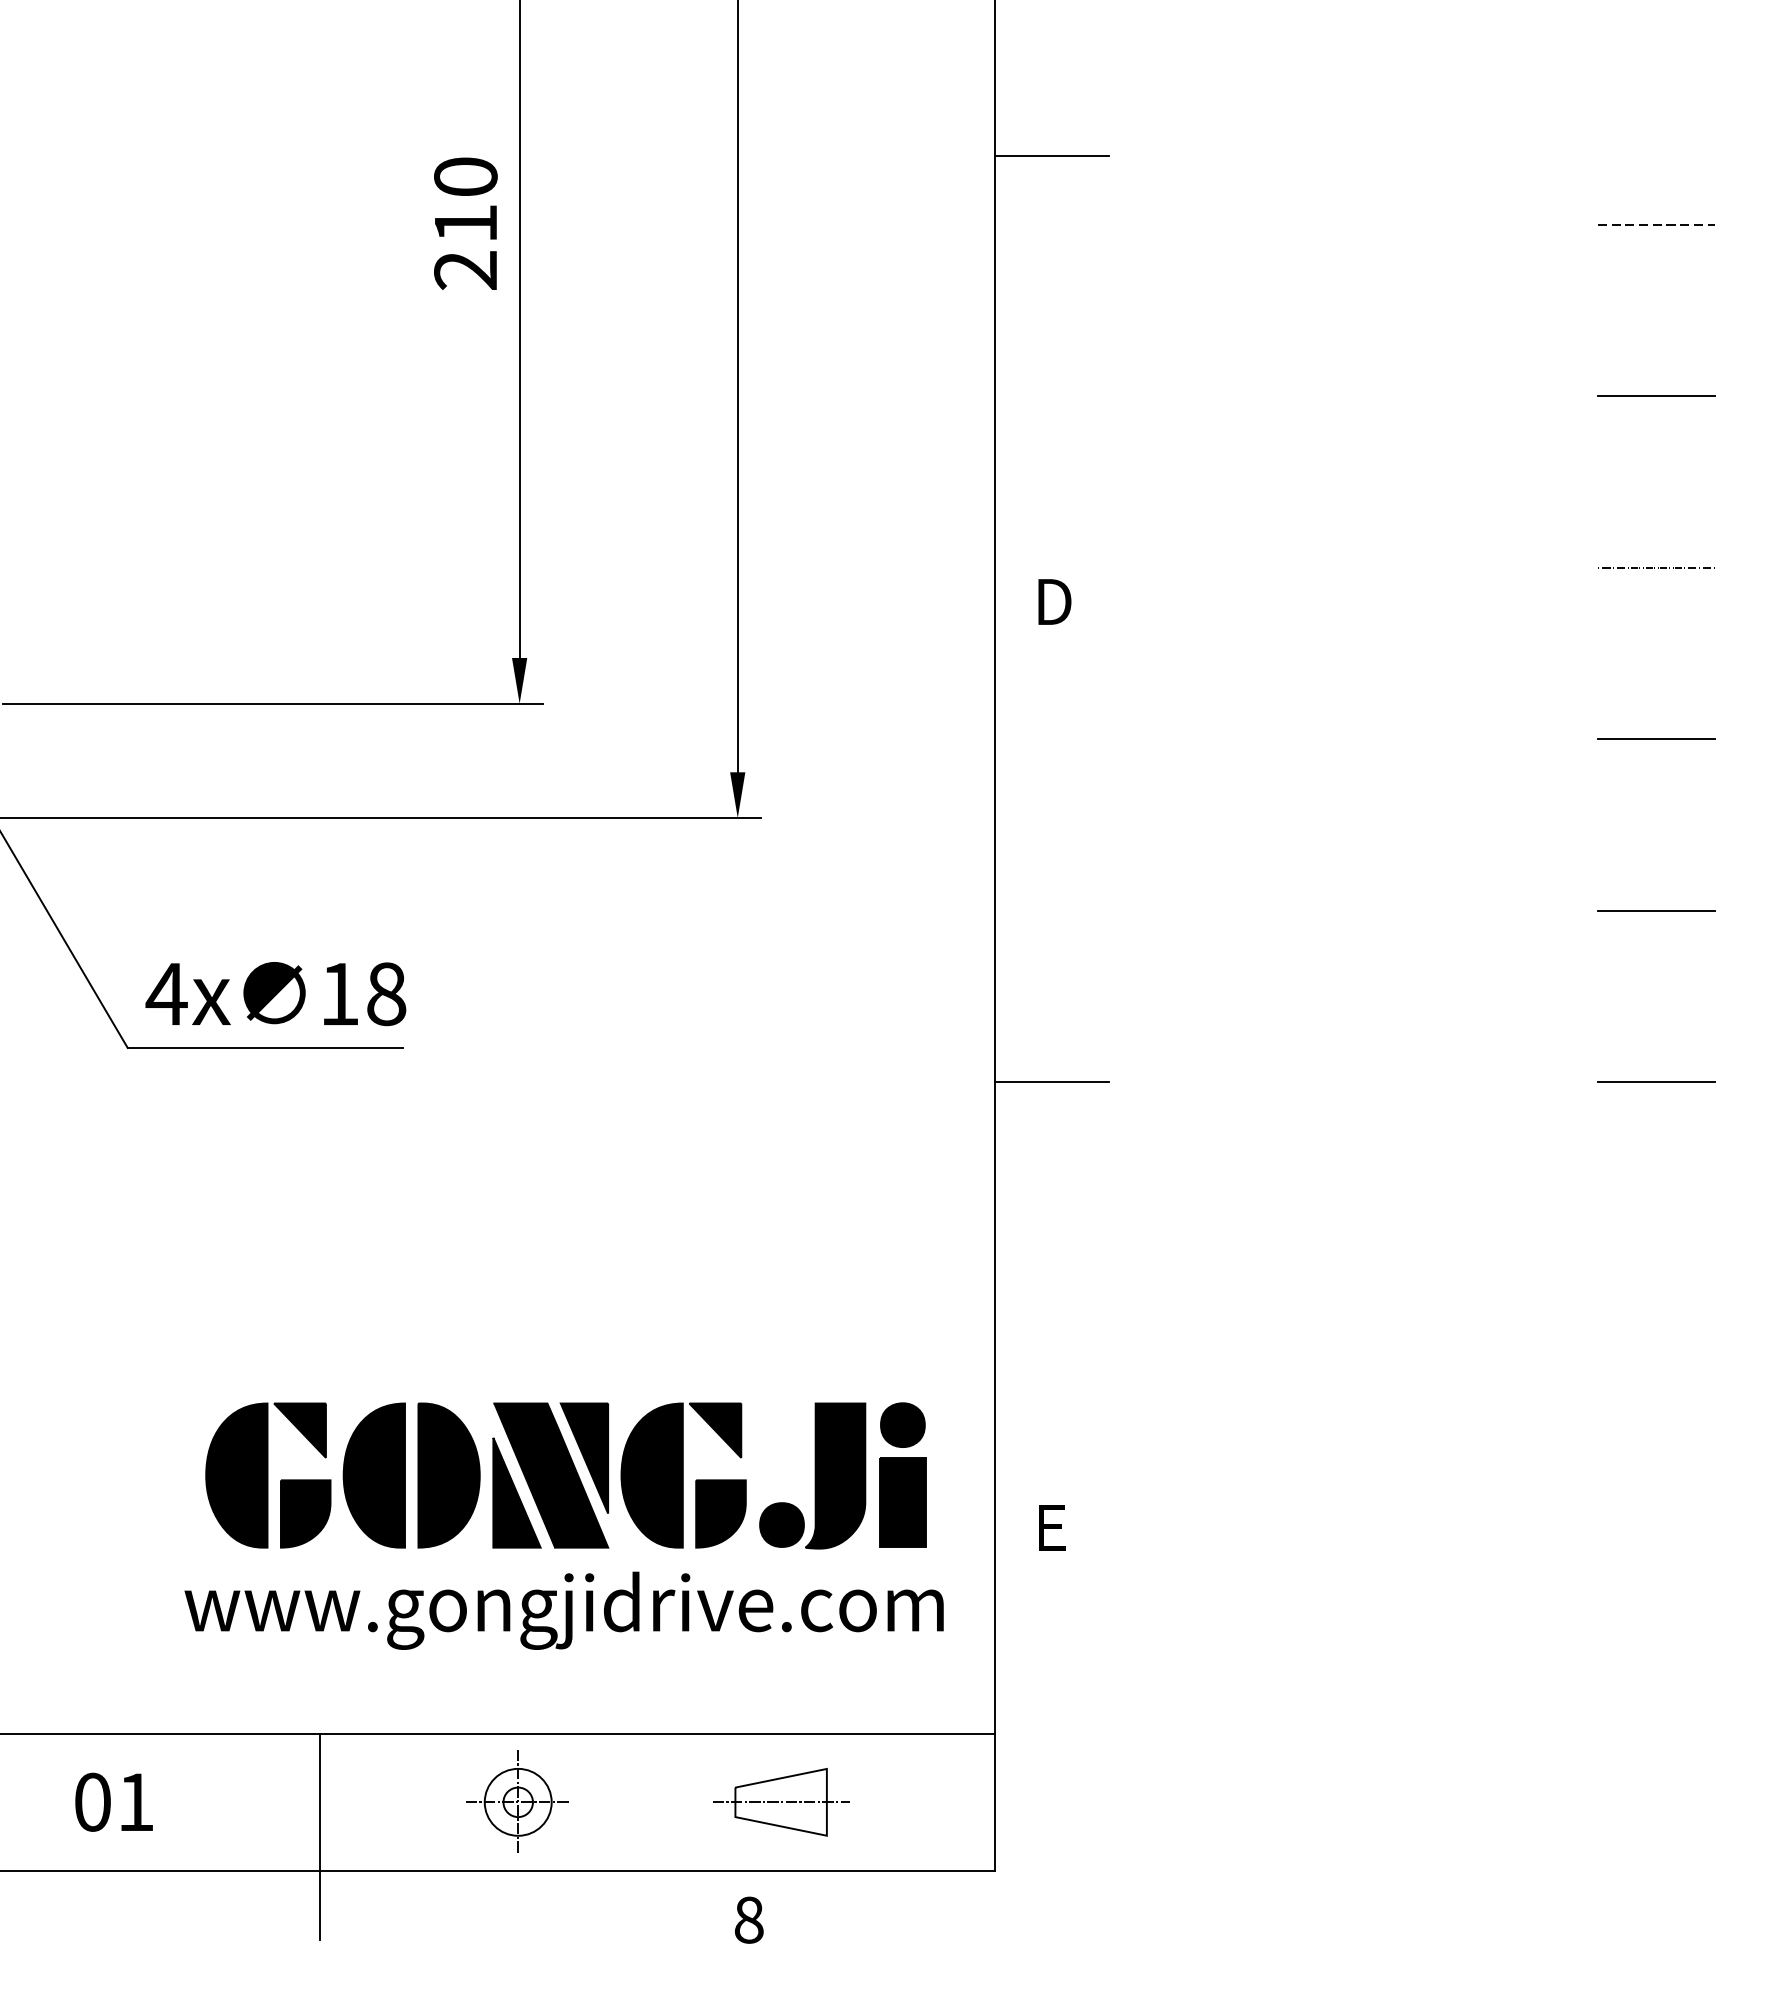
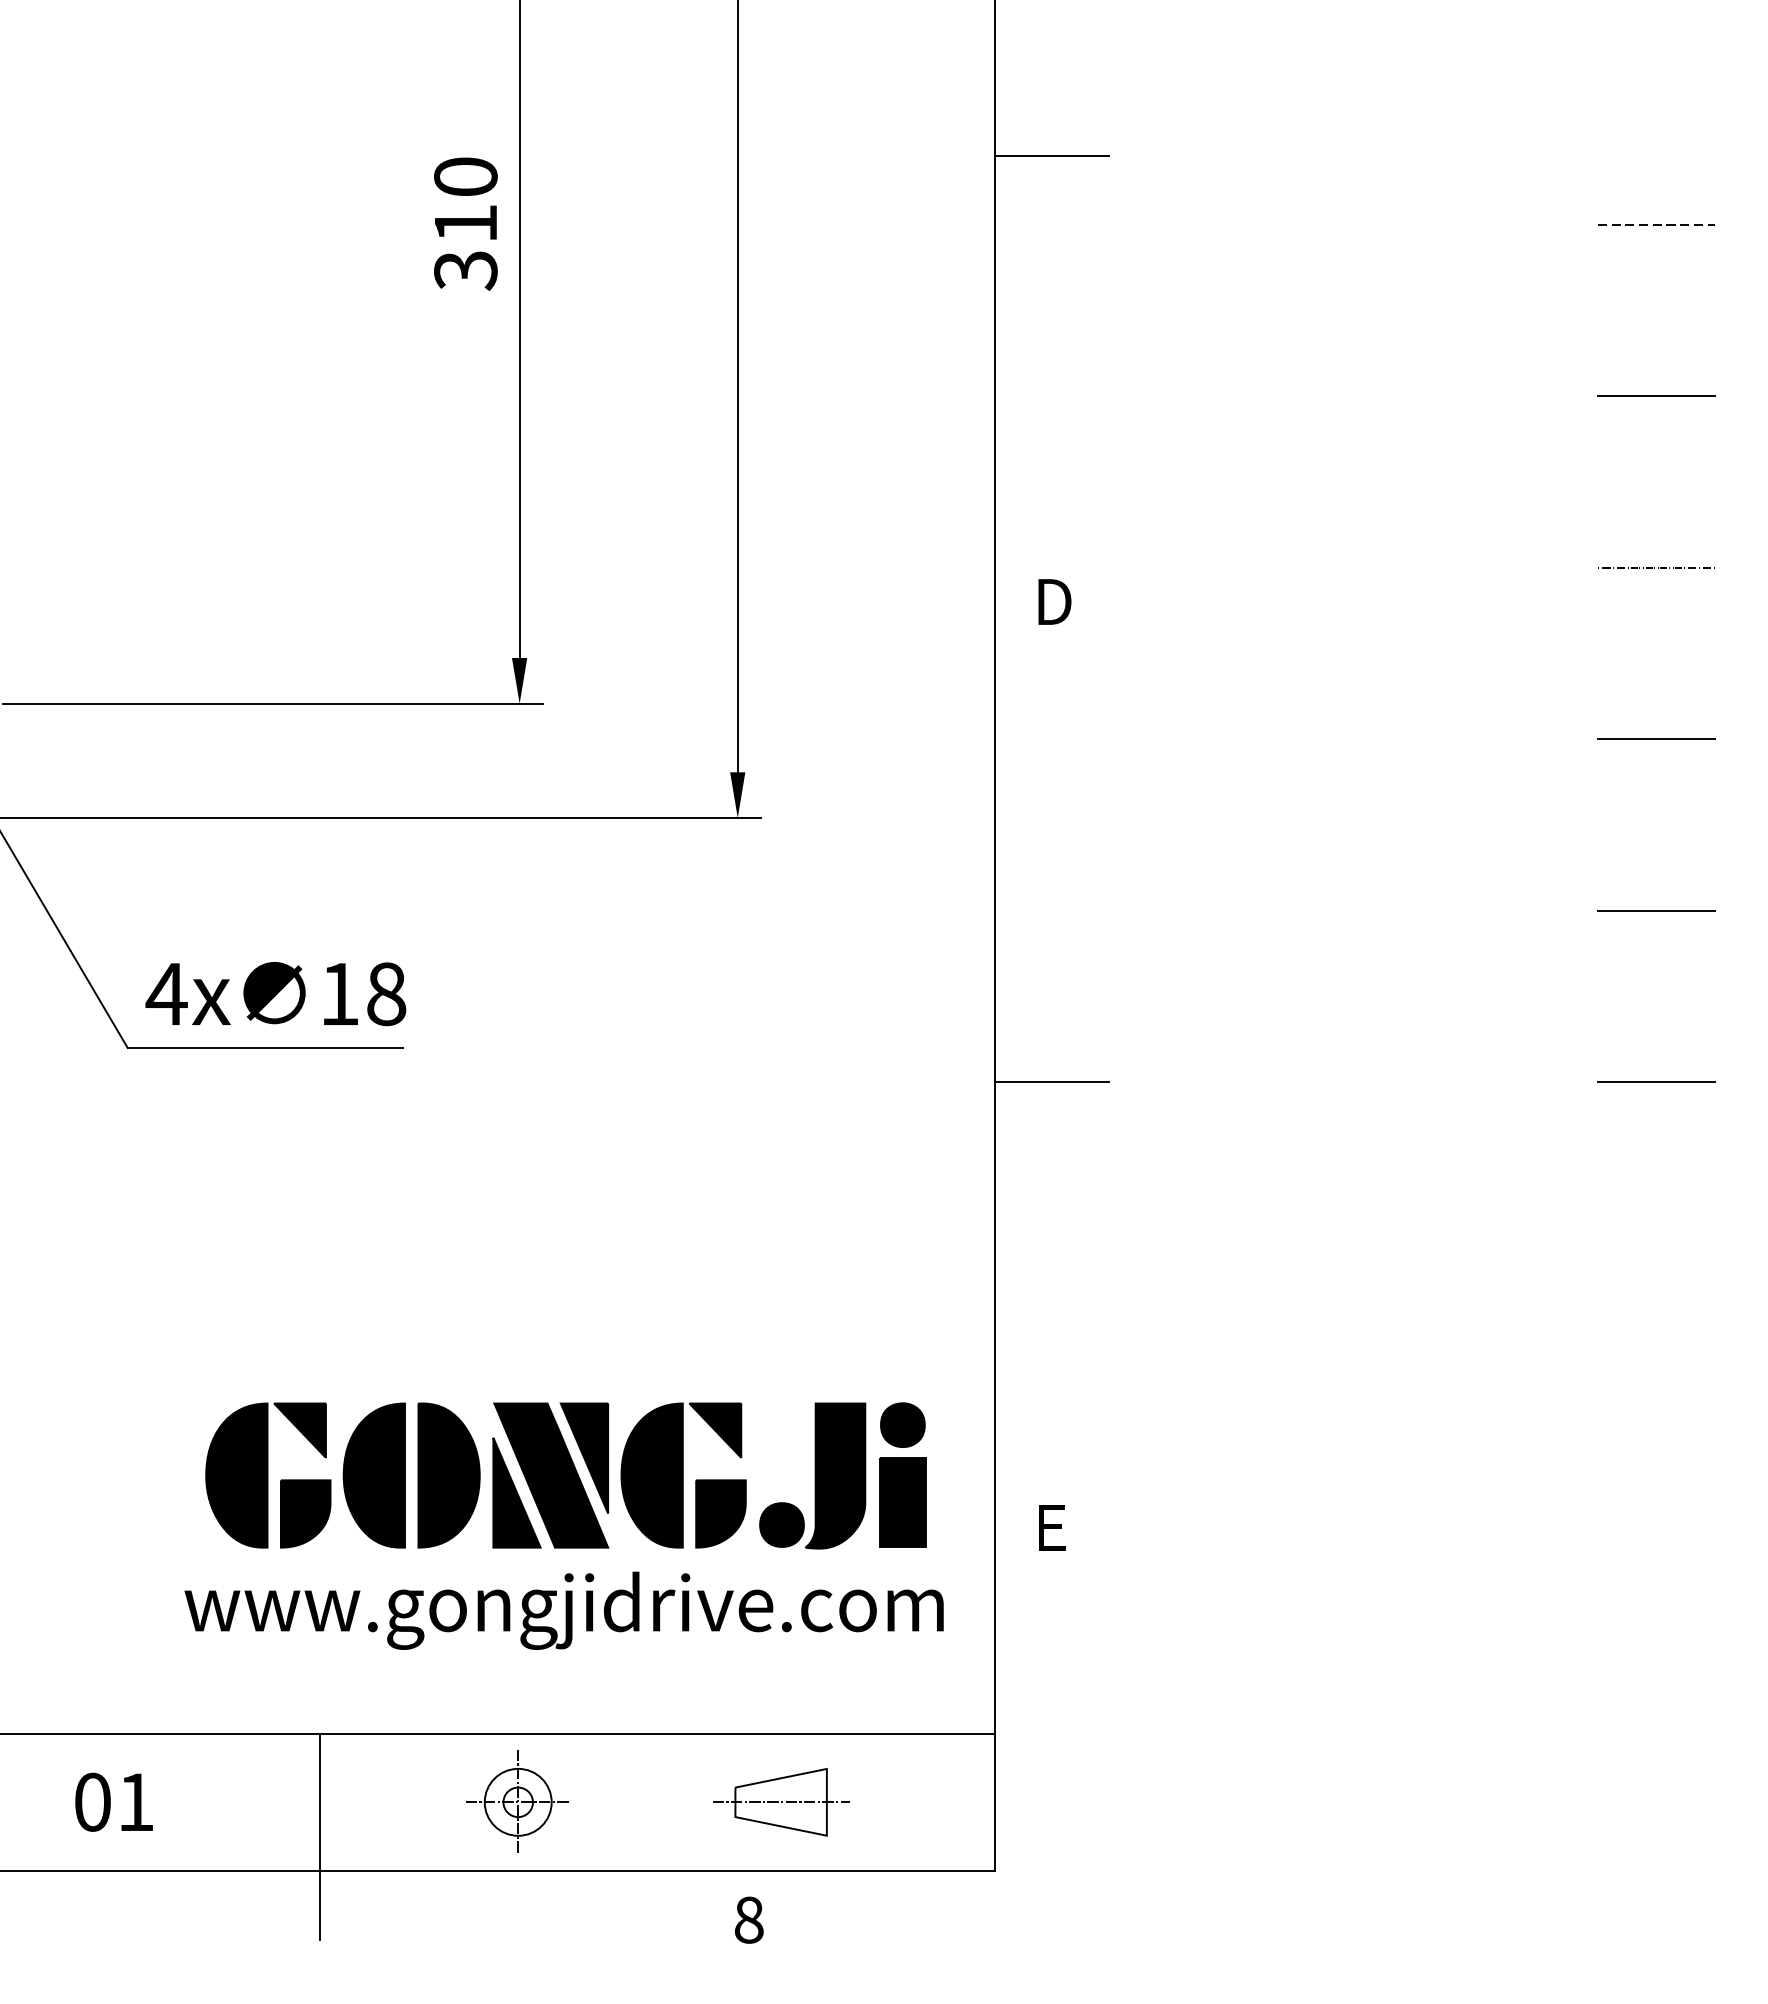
text at (465, 270): 210 -> 310
